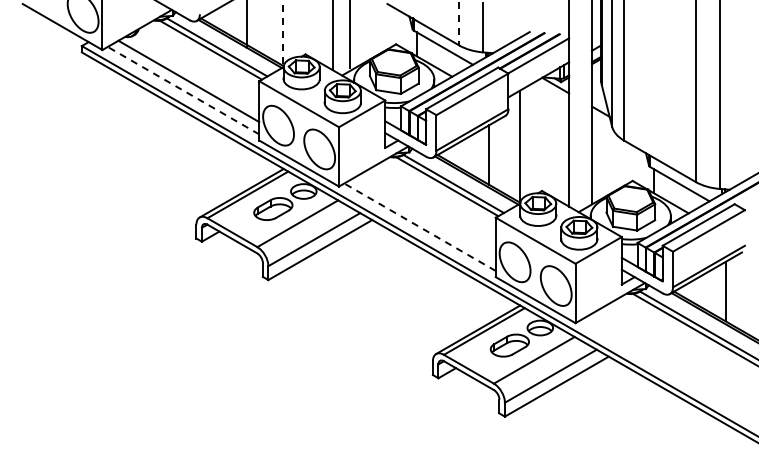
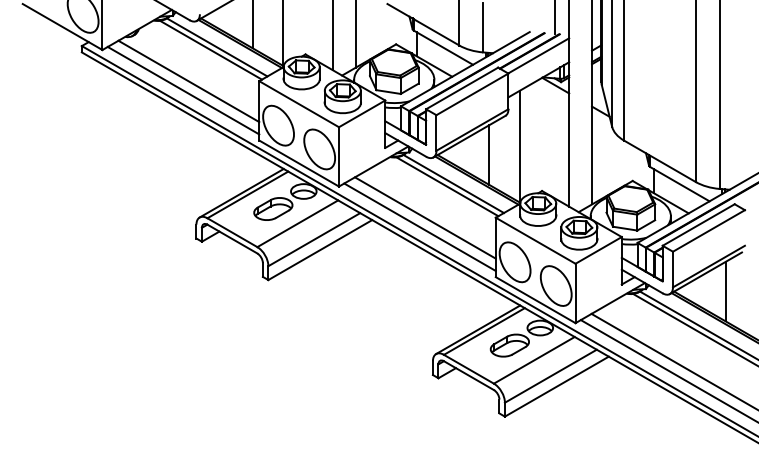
line at (555, 18): none -> present
line at (459, 23): dashed -> solid
line at (246, 25) position: (246, 25) -> (252, 25)
line at (283, 33): dashed -> solid
line at (349, 34) position: (349, 34) -> (355, 34)
line at (183, 90): dashed -> solid
line at (425, 217): none -> present
line at (419, 227): dashed -> solid
line at (673, 360): none -> present
line at (667, 370): none -> present
